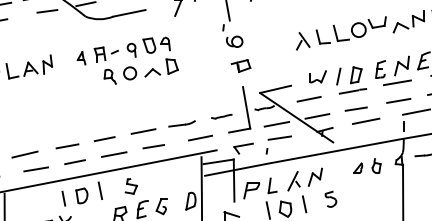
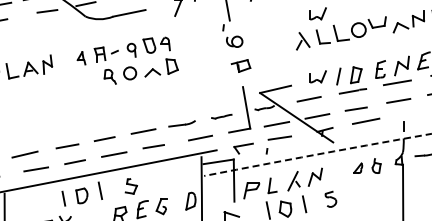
part at (317, 13): none -> present
line at (415, 111): present -> none
arc at (317, 154): solid -> dashed
